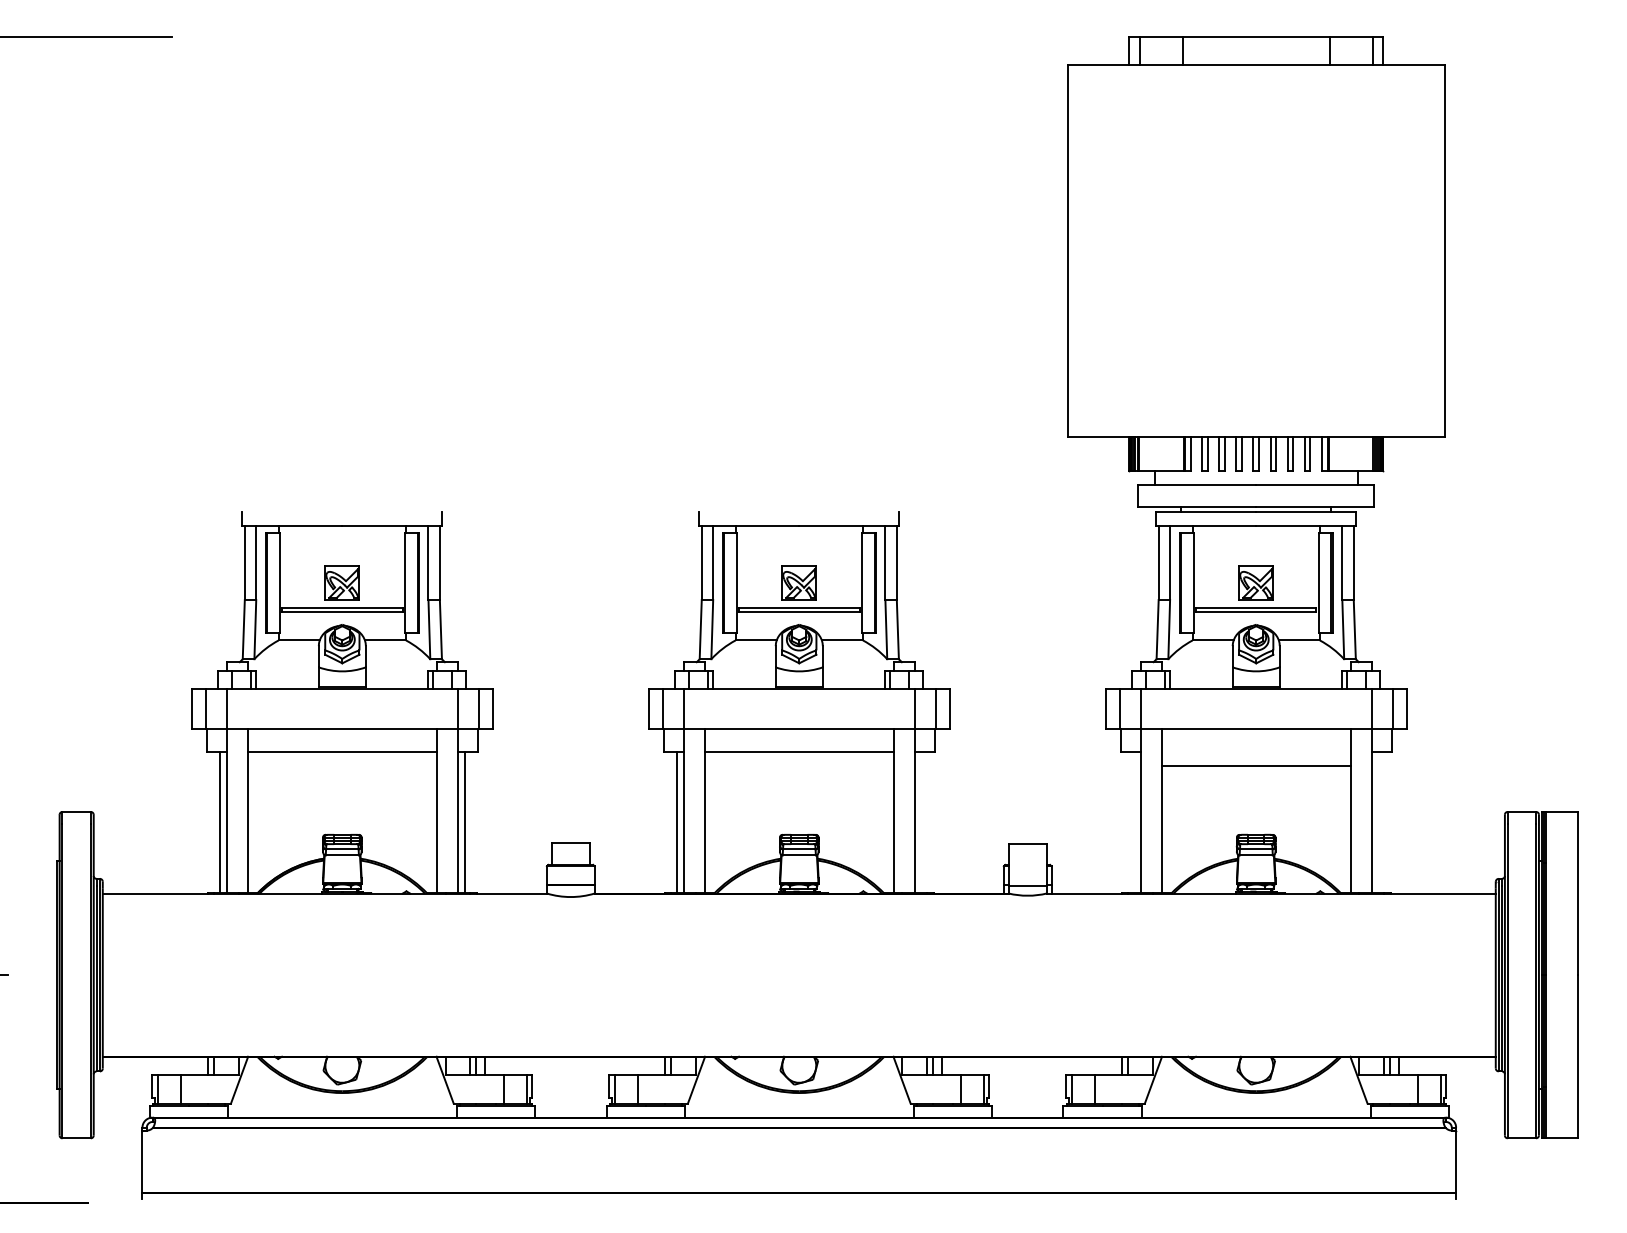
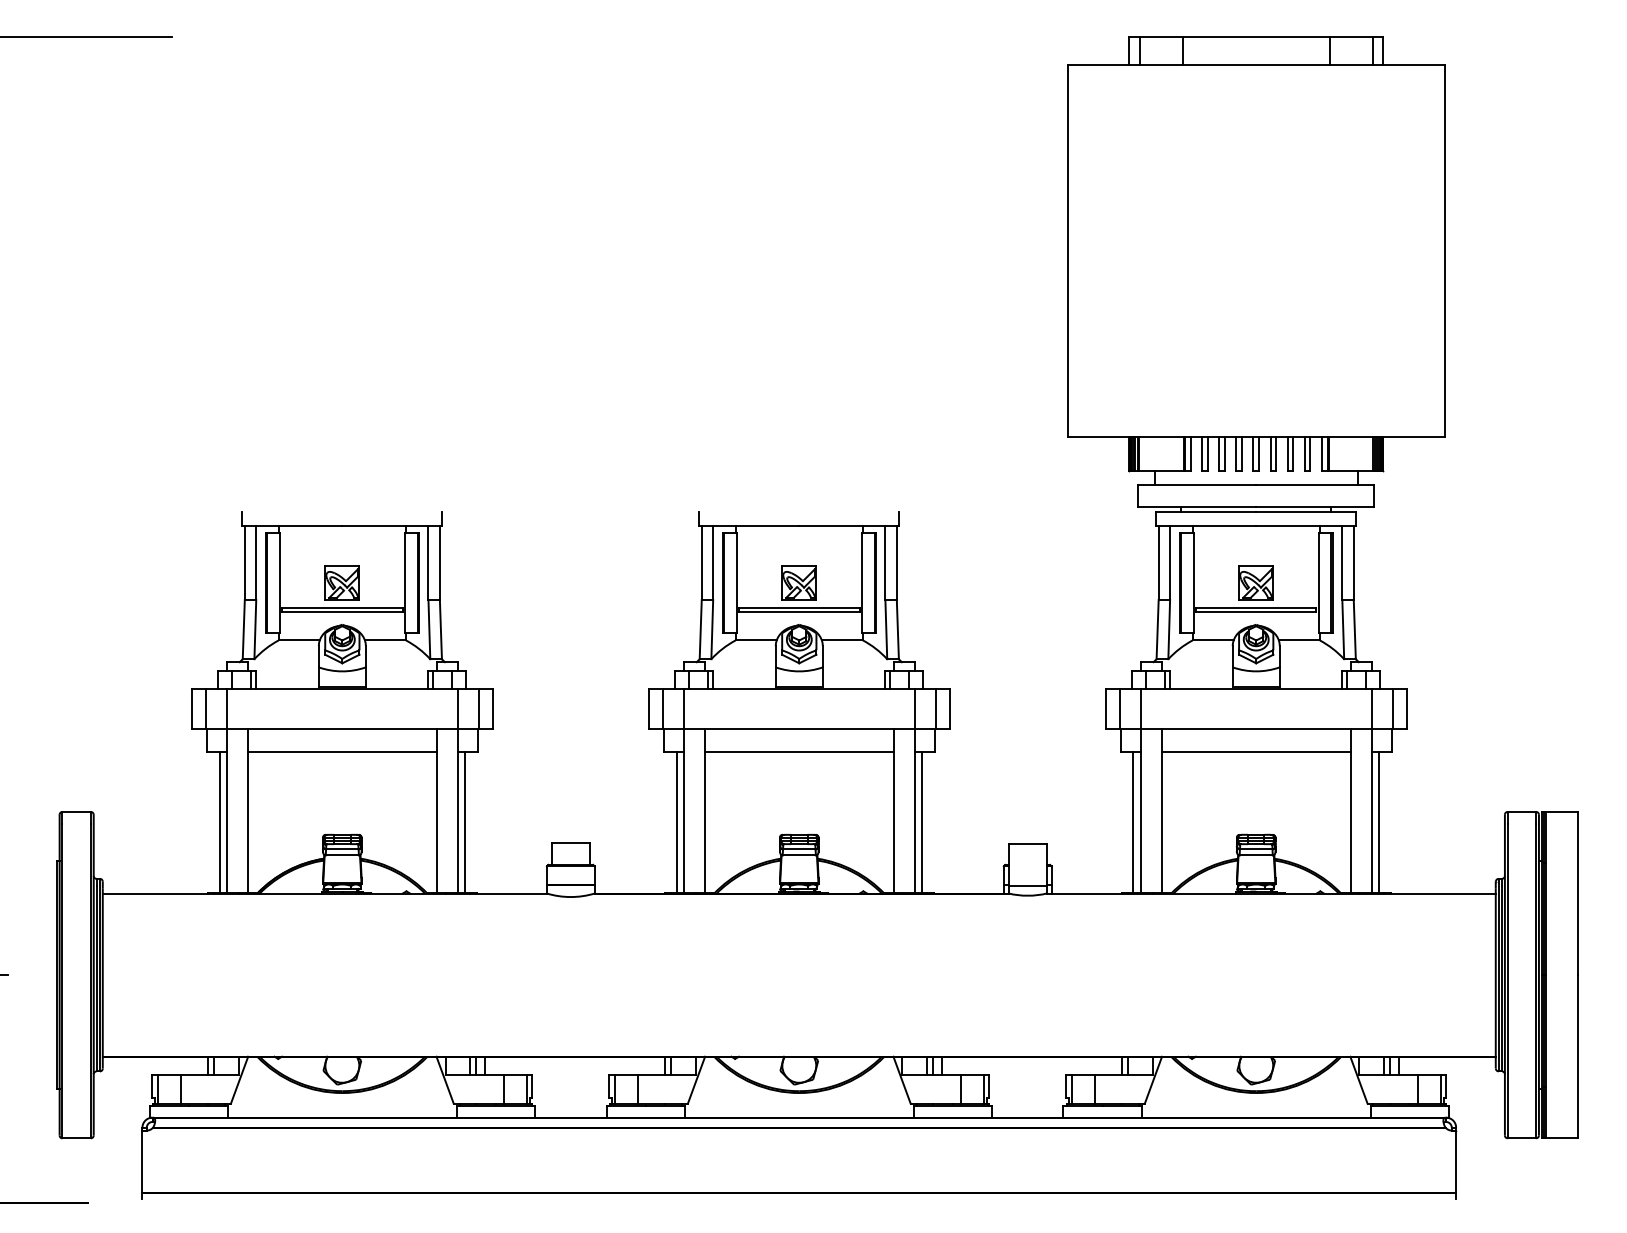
line at (1255, 766) position: (1255, 766) -> (1255, 752)
line at (922, 822): none -> present
line at (1133, 822): none -> present
line at (1379, 822): none -> present
